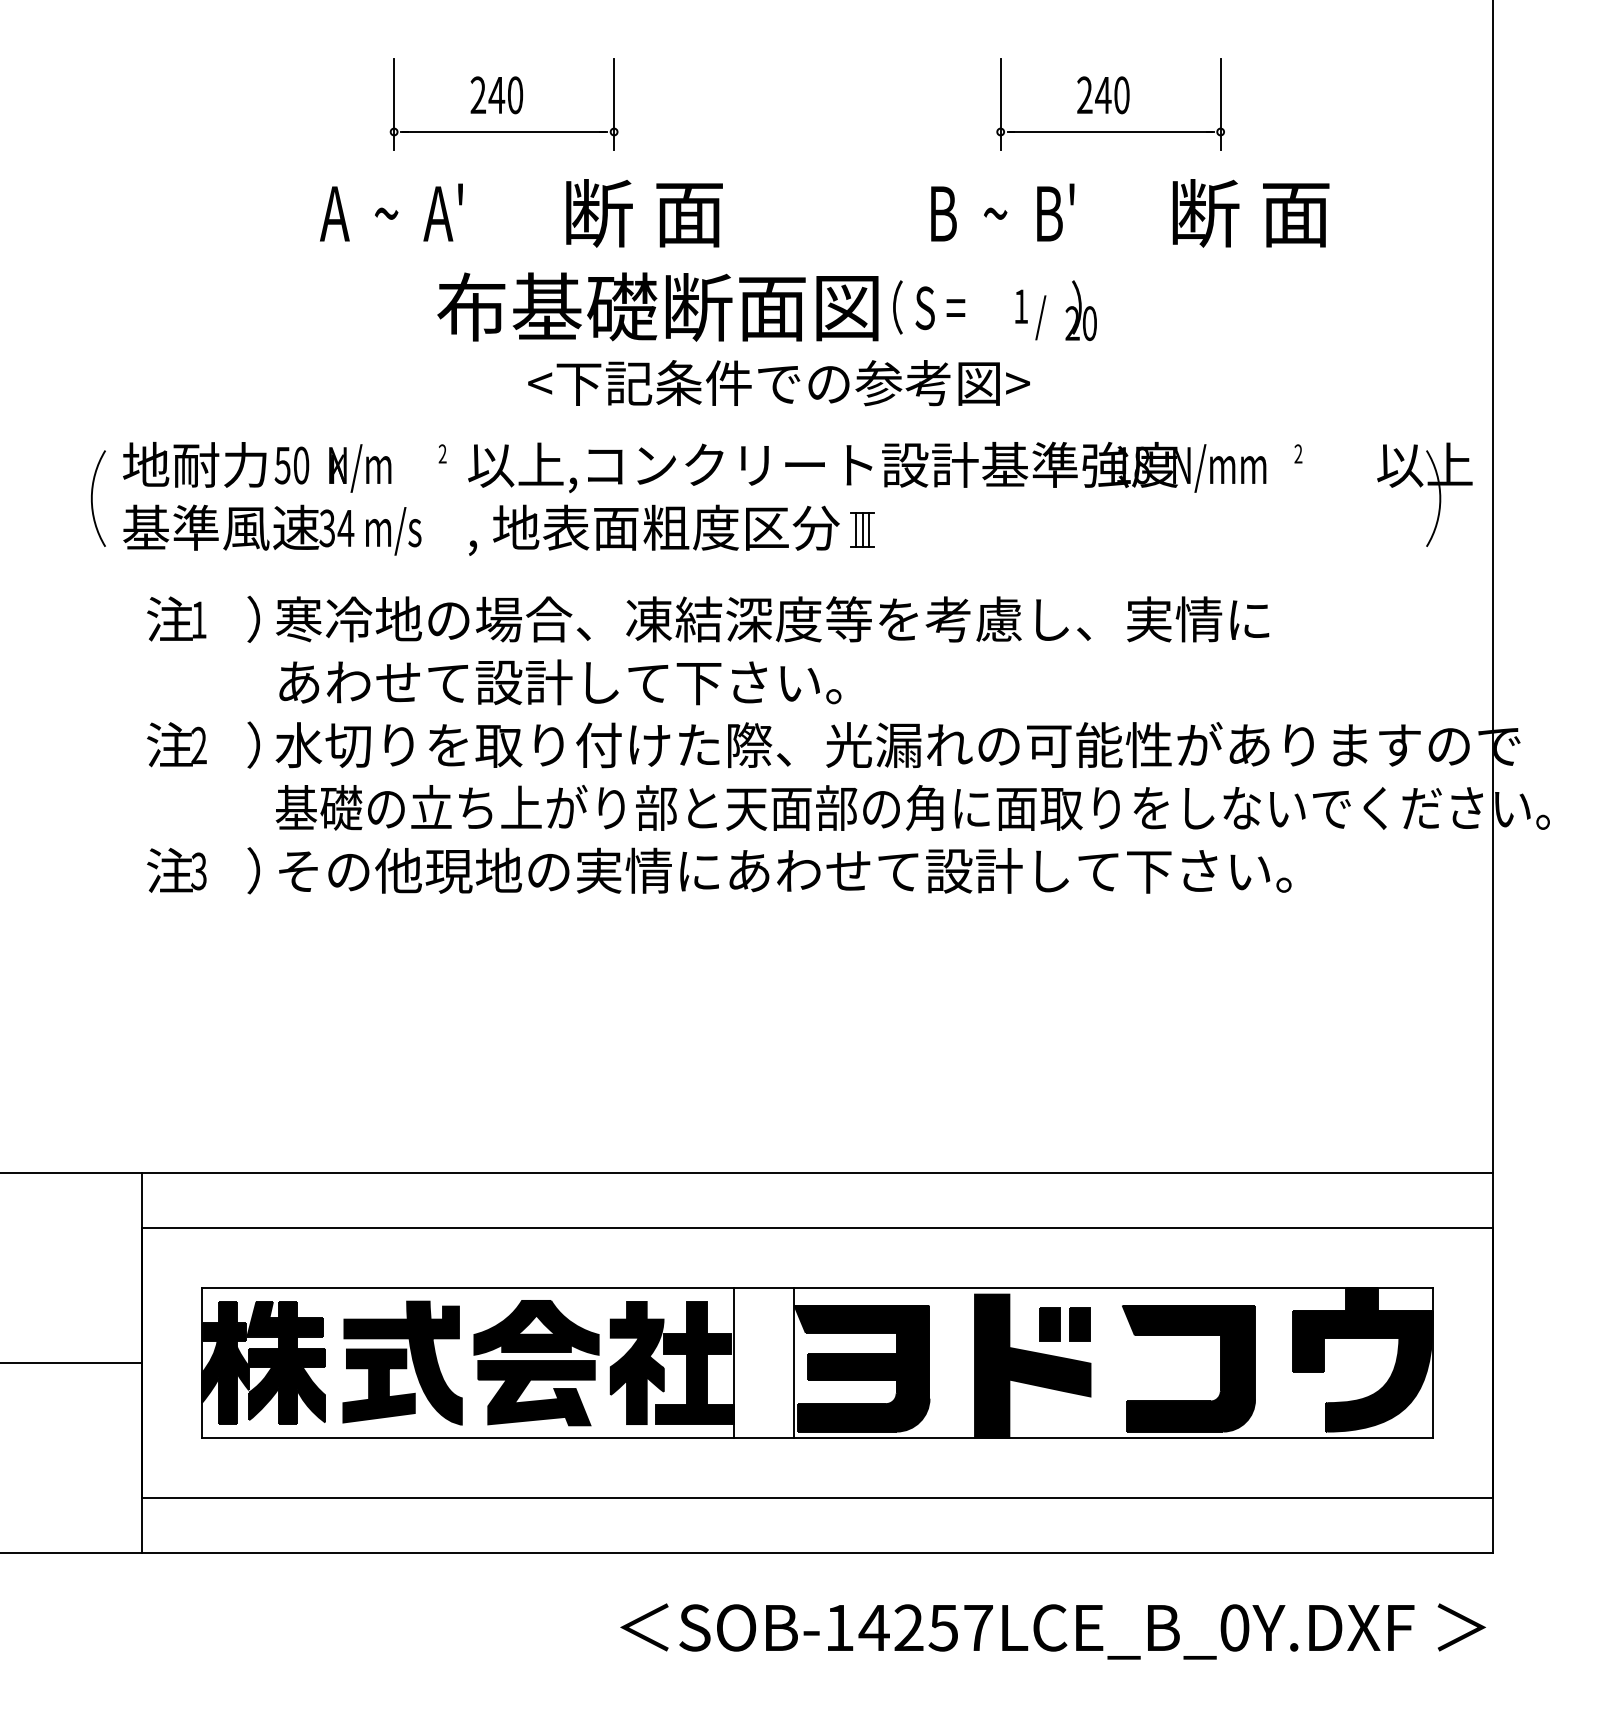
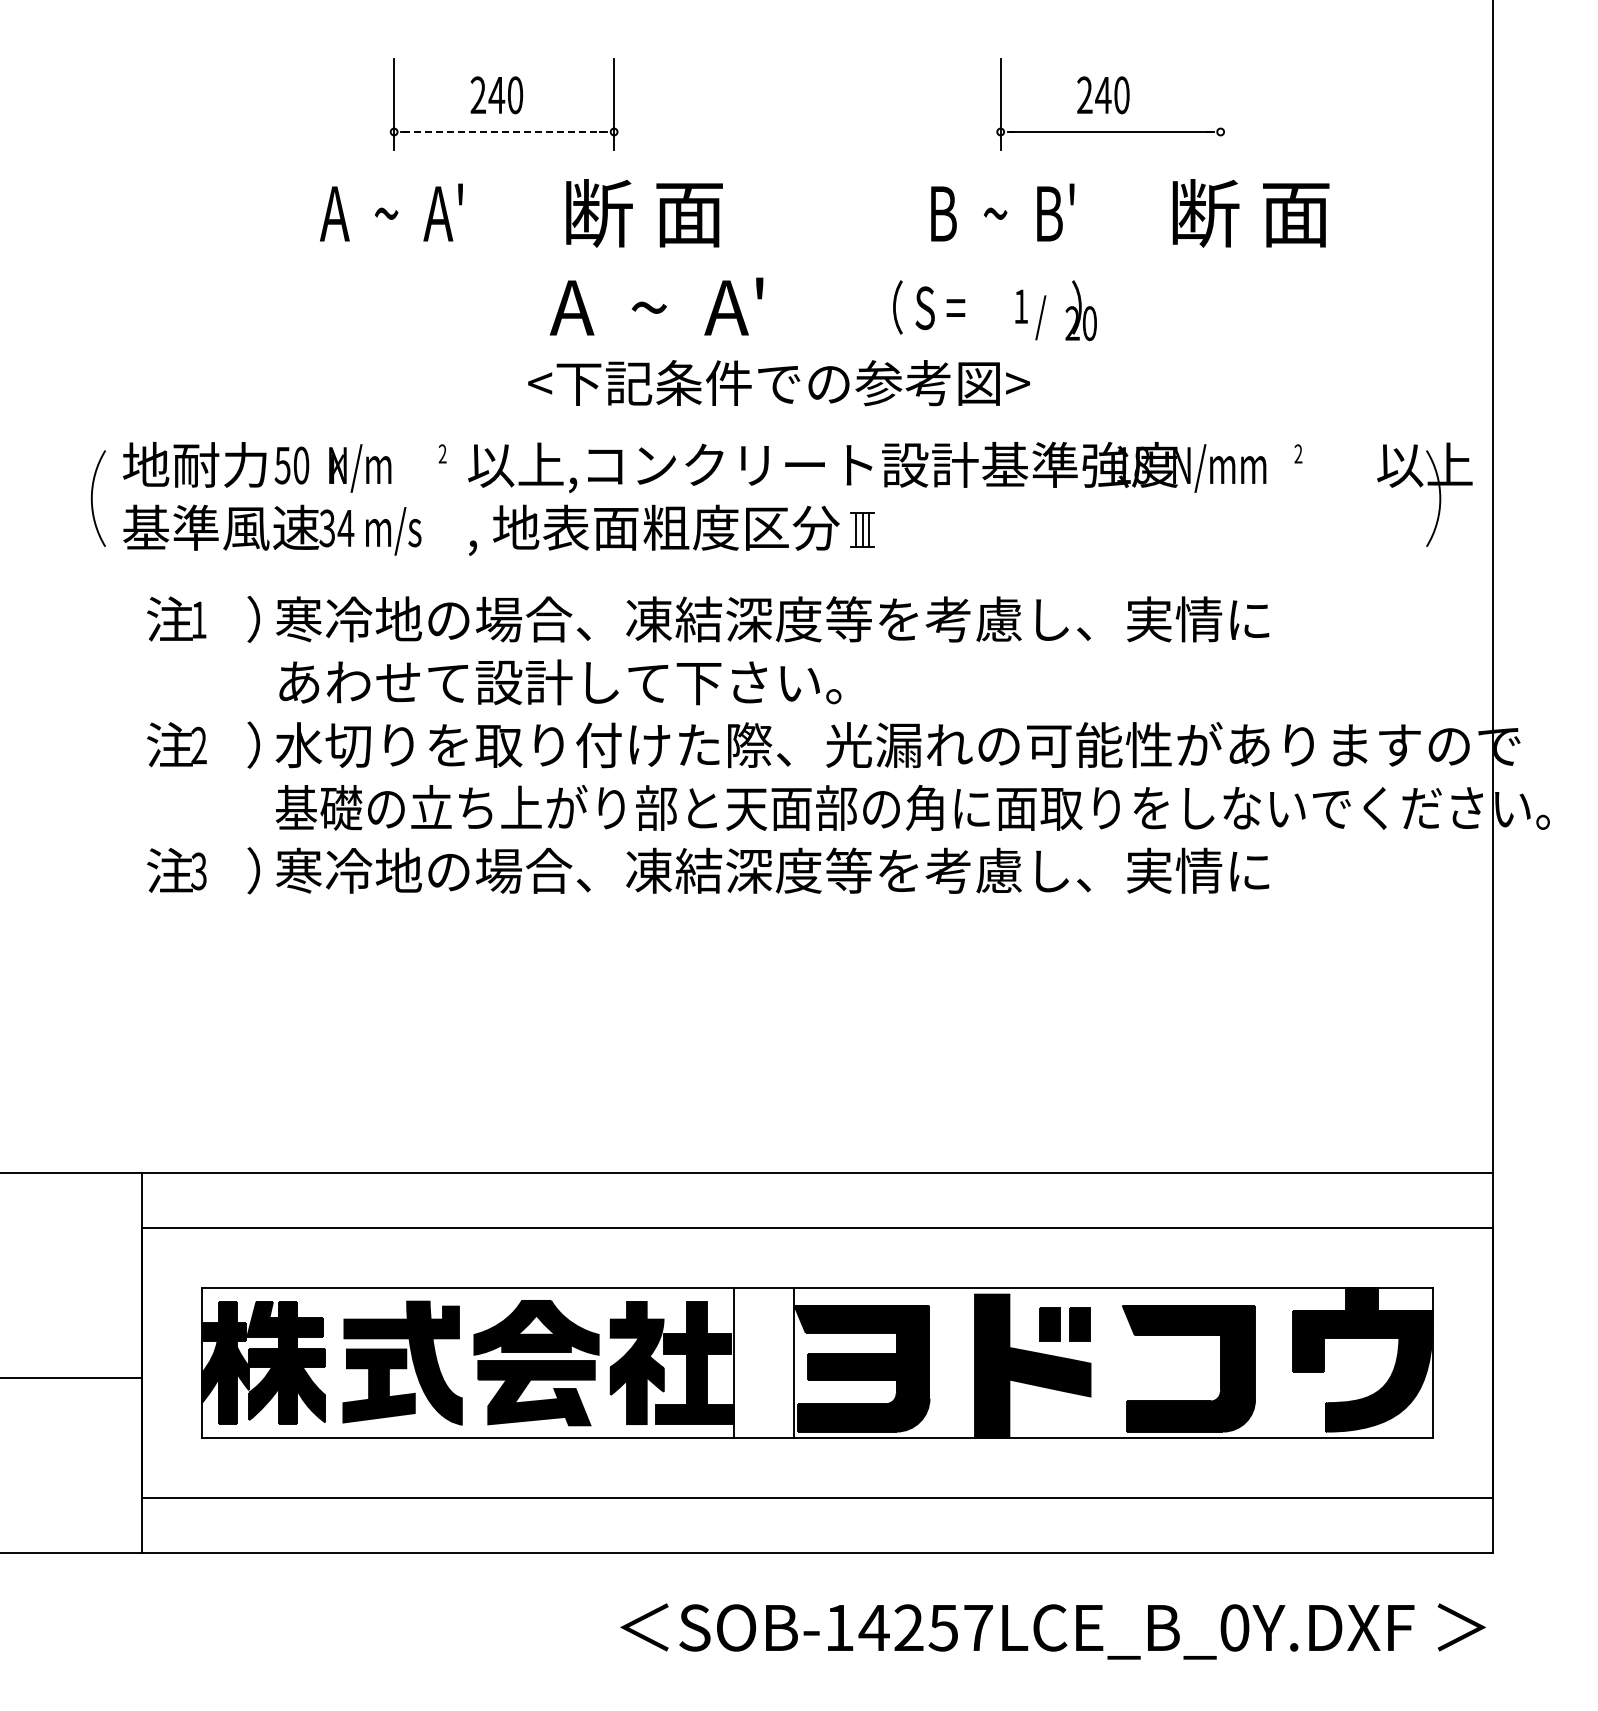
line at (1220, 104): present -> none
line at (504, 132): solid -> dashed
text at (657, 306): 布基礎断面図 -> A  ~  A'
text at (783, 870): その他現地の実情にあわせて設計して下さい。 -> 寒冷地の場合、凍結深度等を考慮し、実情に
line at (71, 1363) position: (71, 1363) -> (71, 1378)
